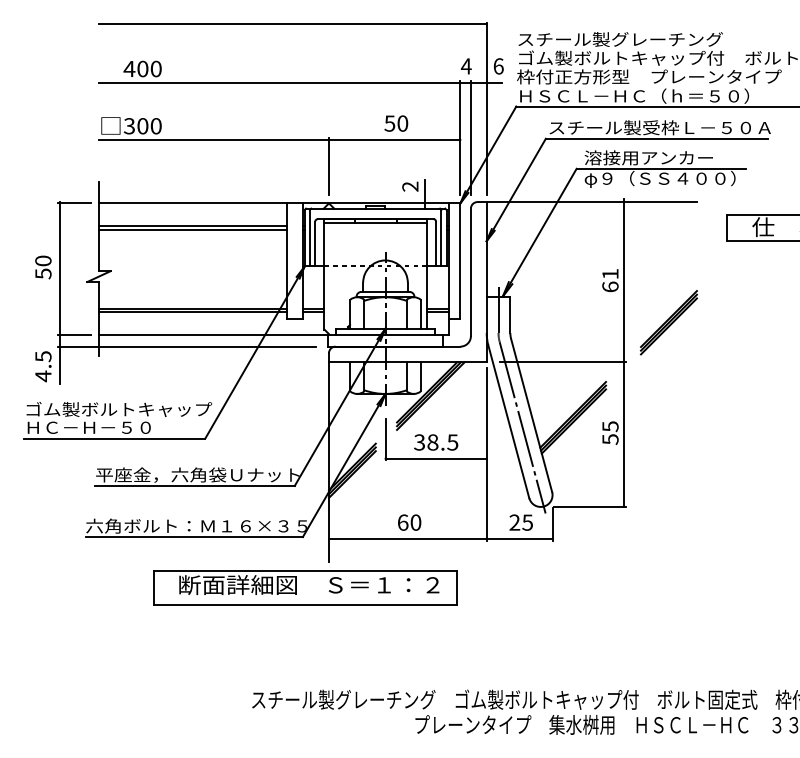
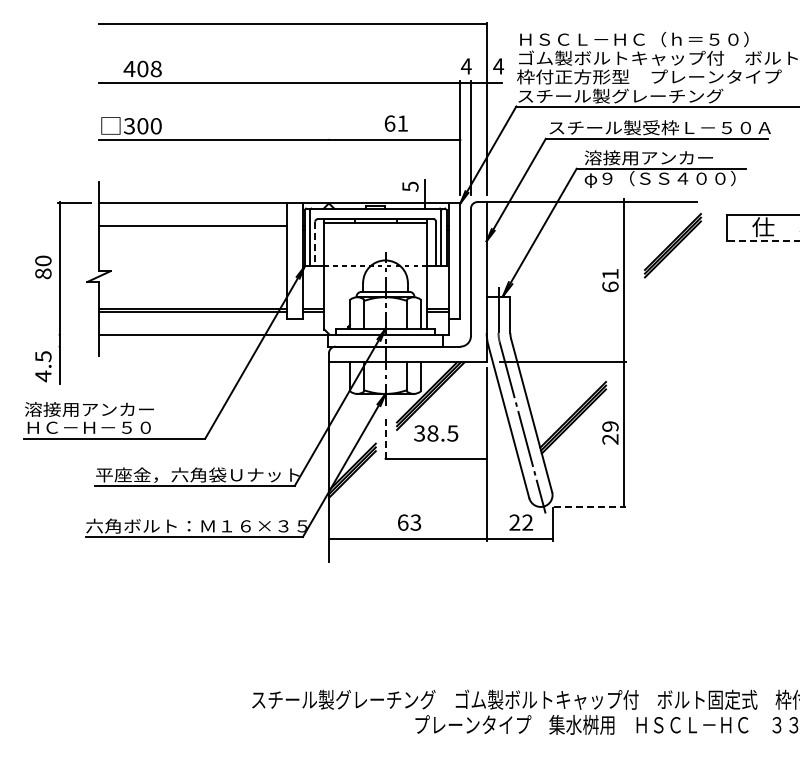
text at (633, 39): スチール製グレーチング -> ＨＳＣＬ－ＨＣ（ｈ＝５０）
text at (498, 66): 6 -> 4
text at (155, 68): 400 -> 408
text at (633, 95): ＨＳＣＬ－ＨＣ（ｈ＝５０） -> スチール製グレーチング
text at (396, 123): 50 -> 61
line at (328, 166): present -> none
text at (410, 186): 2 -> 5
line at (192, 229): present -> none
line at (762, 241): solid -> dashed
line at (315, 244): solid -> dashed
text at (43, 273): 50 -> 80
part at (668, 322) position: (668, 322) -> (672, 245)
line at (74, 334): present -> none
line at (186, 346): present -> none
text at (118, 409): ゴム製ボルトキャップ -> 溶接用アンカー
text at (610, 432): 55 -> 29
line at (385, 439): solid -> dashed
text at (436, 442) position: (436, 442) -> (436, 433)
line at (589, 506): solid -> dashed
text at (415, 522): 60 -> 63
text at (527, 522): 25 -> 22
part at (305, 587): present -> none
